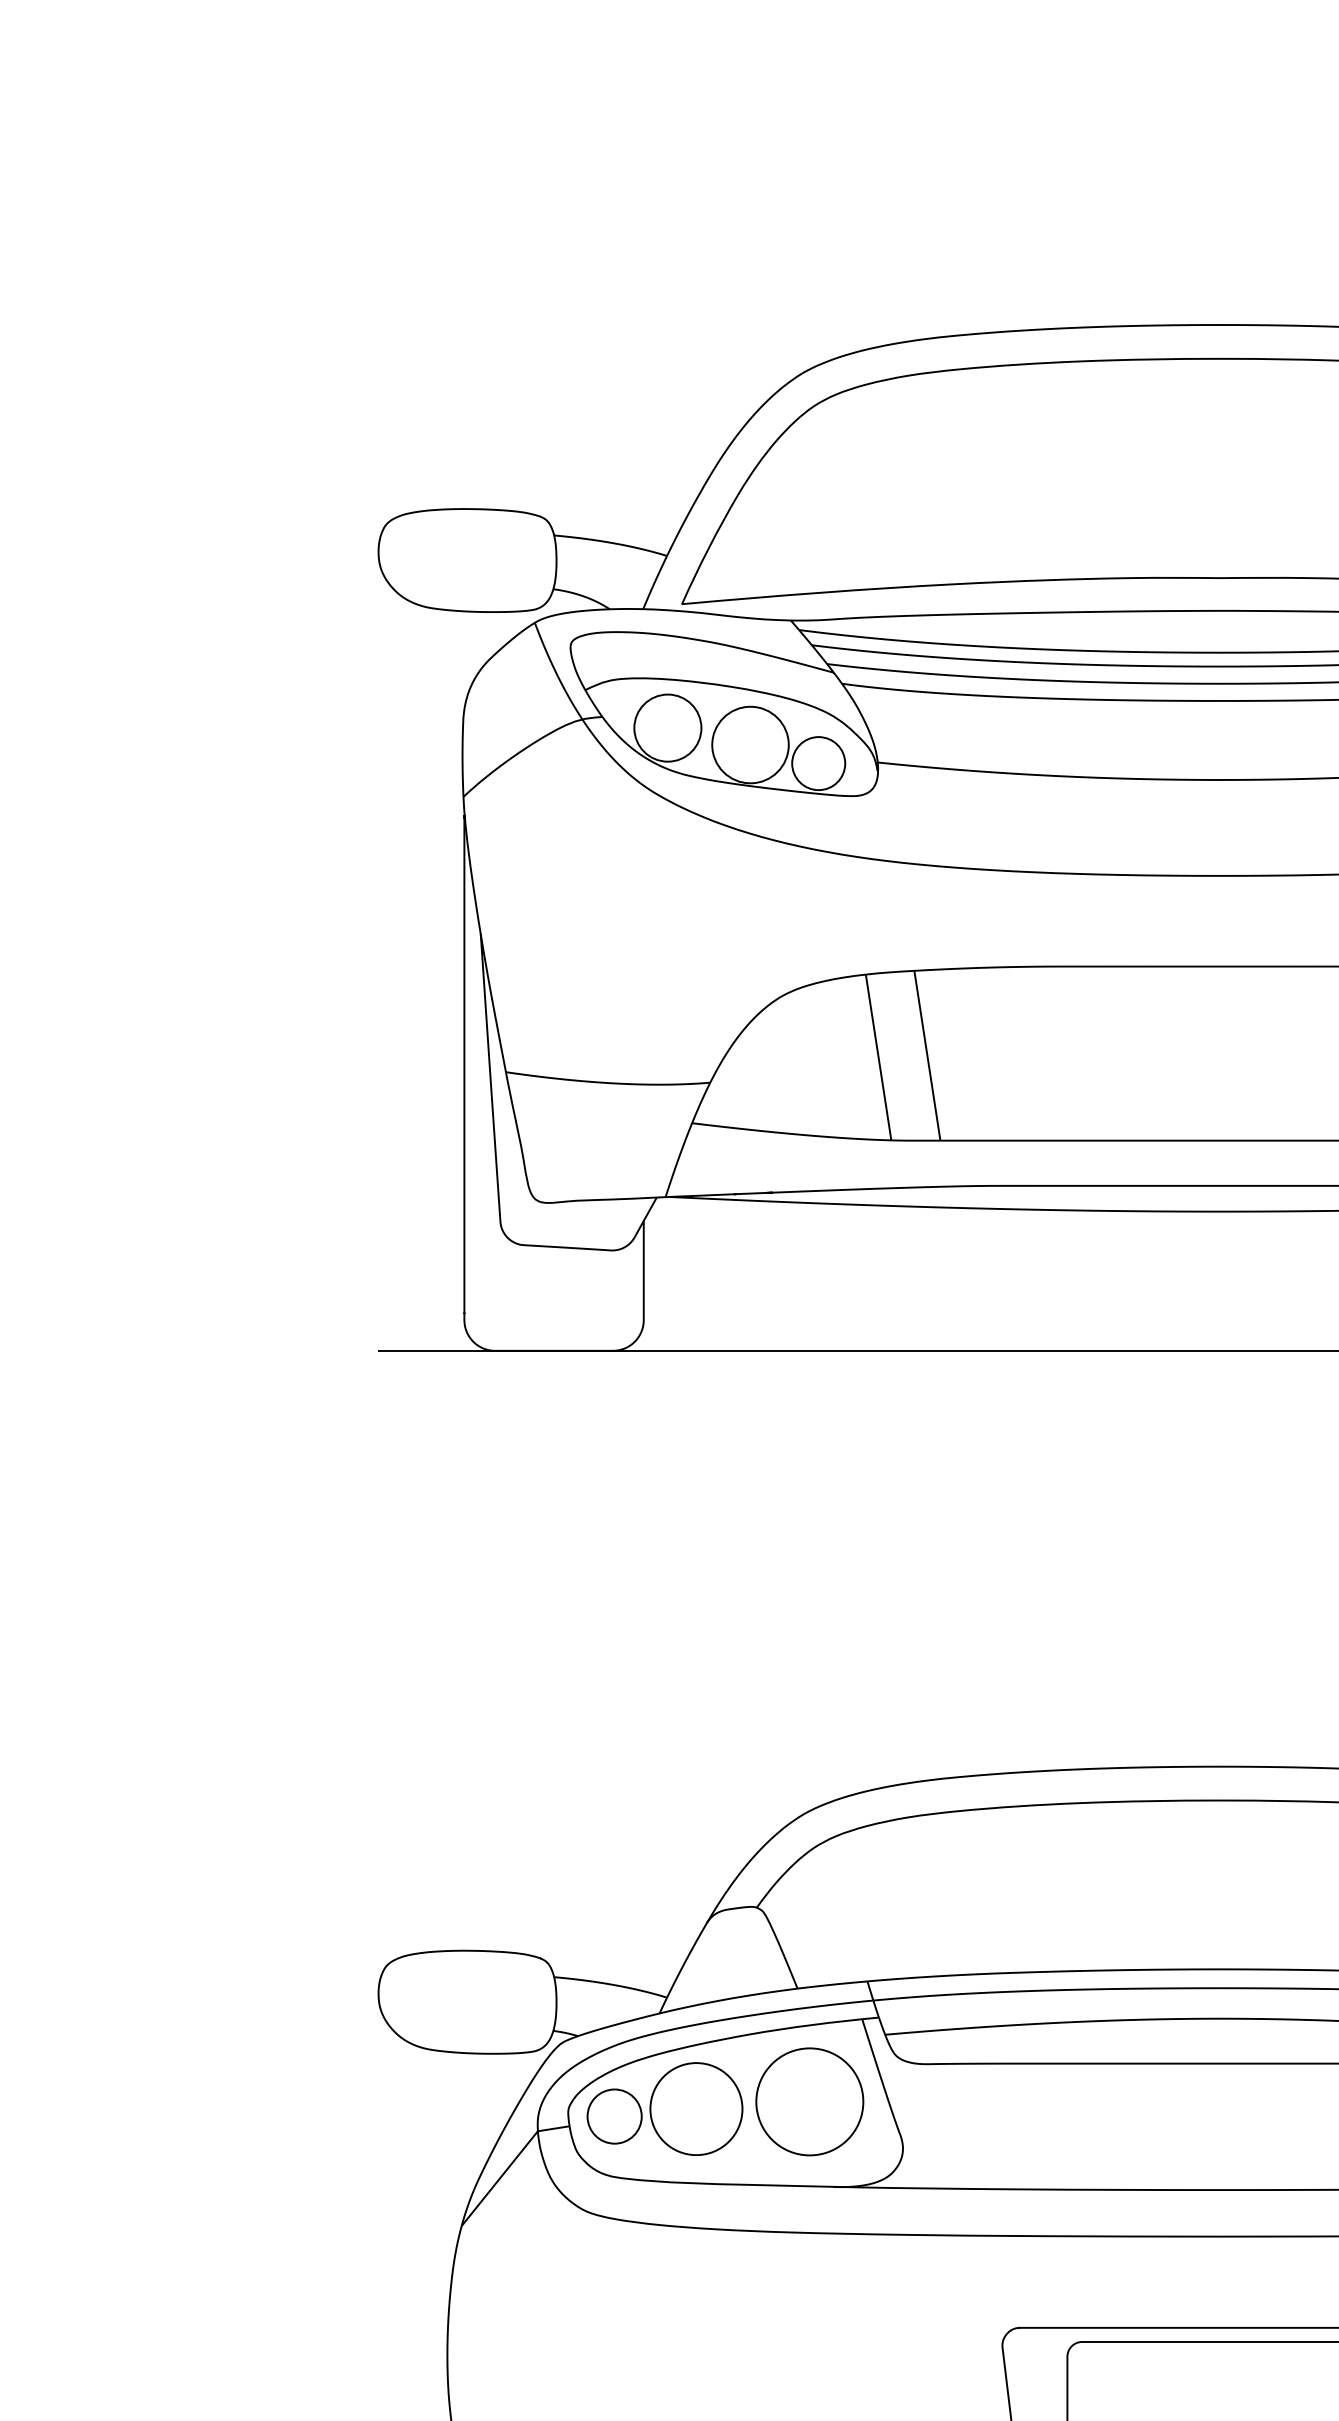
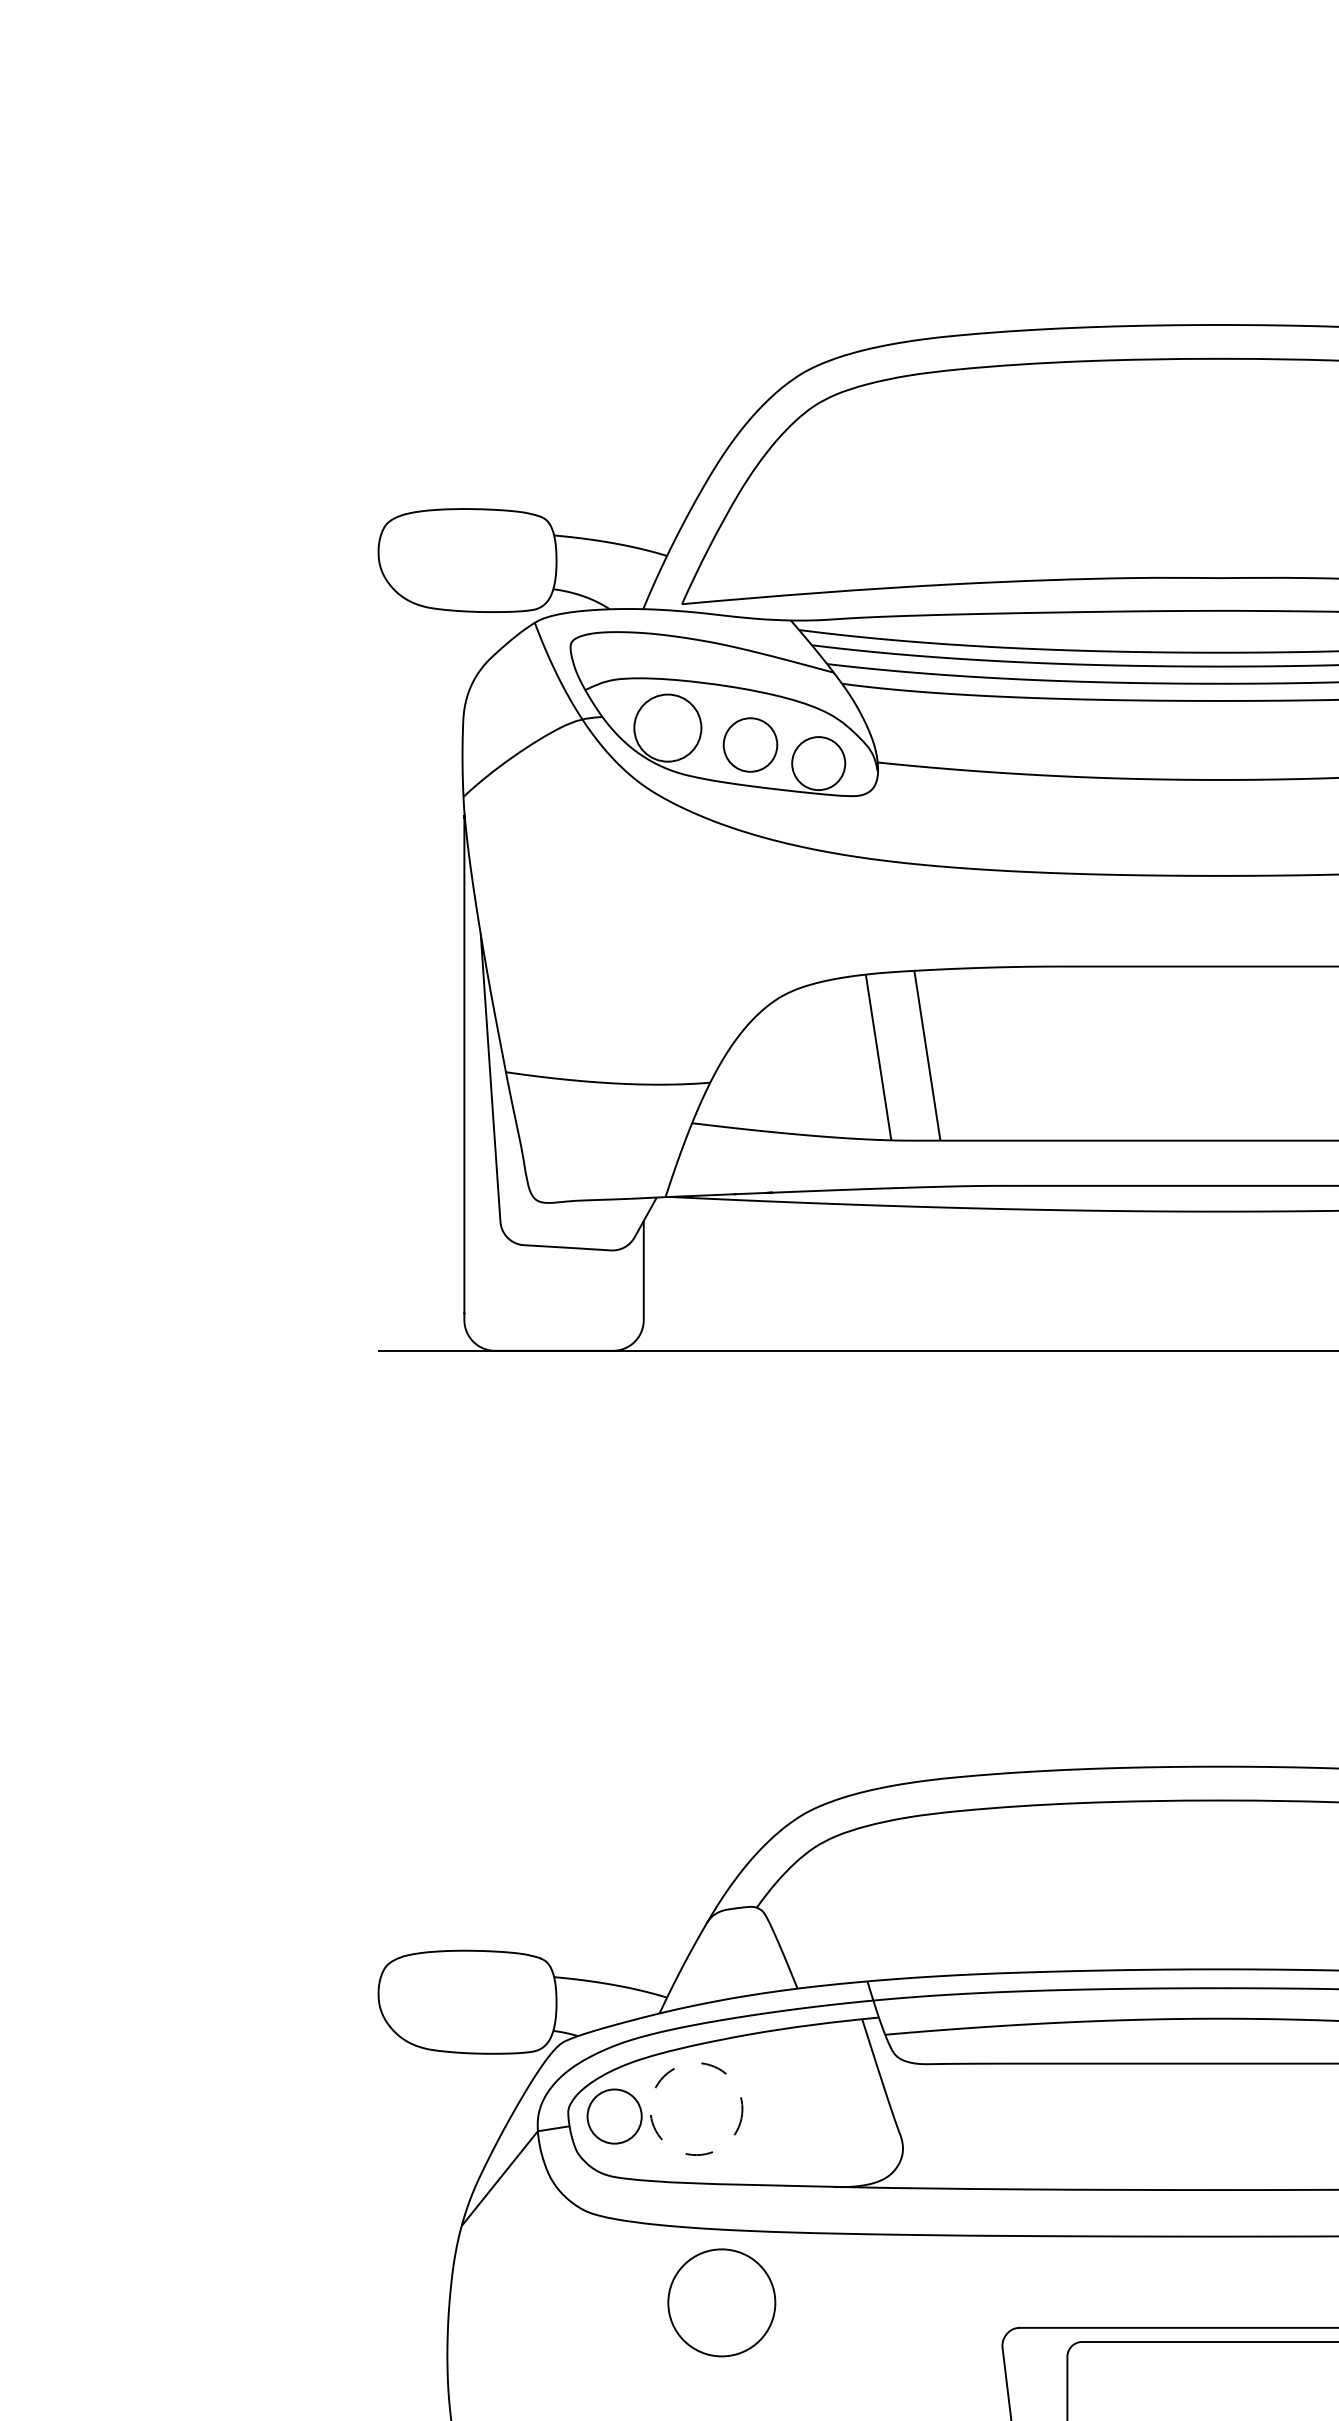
circle at (750, 744) diameter: 77 px -> 54 px
circle at (809, 2101) position: (809, 2101) -> (721, 2302)
circle at (696, 2109): solid -> dashed
